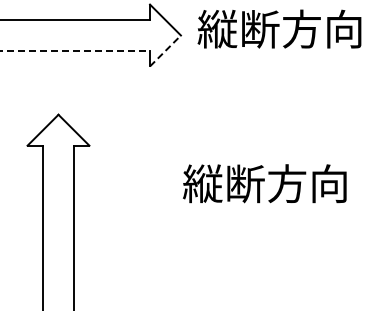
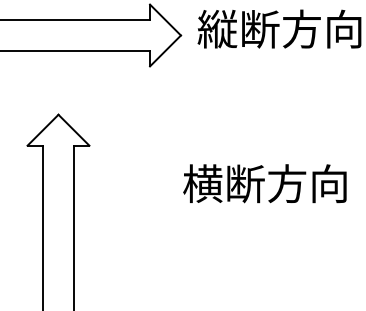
line at (75, 50): dashed -> solid
line at (165, 50): dashed -> solid
text at (202, 183): 縦断方向 -> 横断方向
